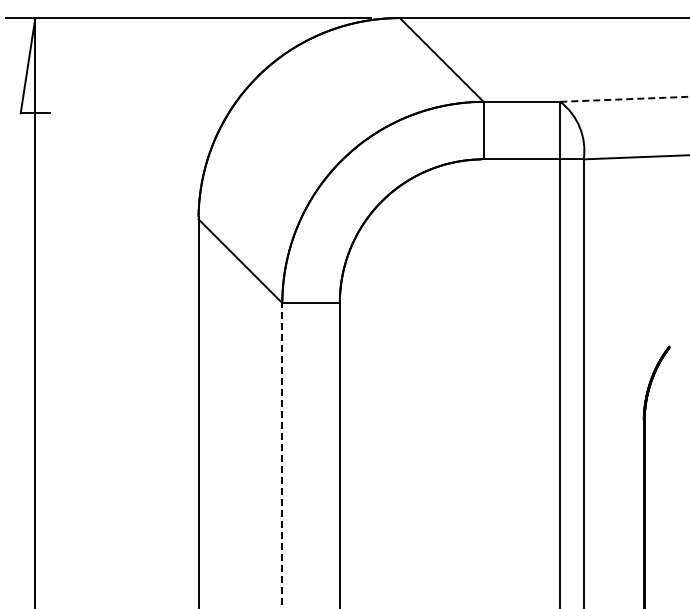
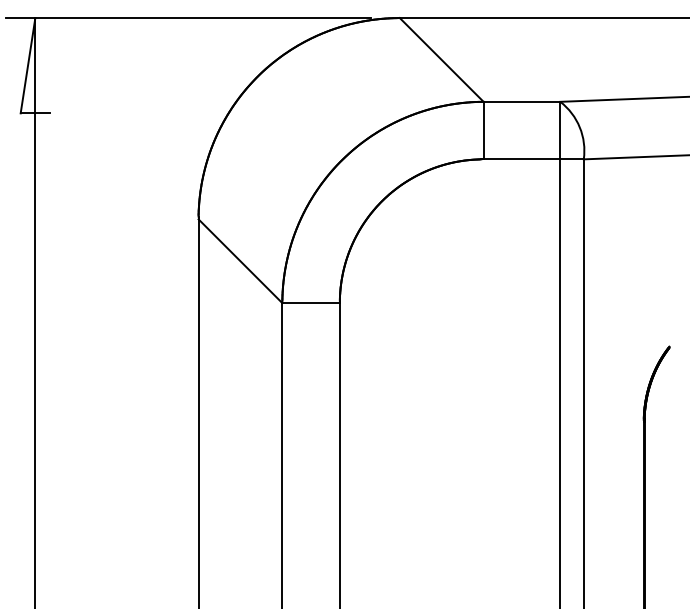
line at (625, 99): dashed -> solid
line at (282, 455): dashed -> solid
